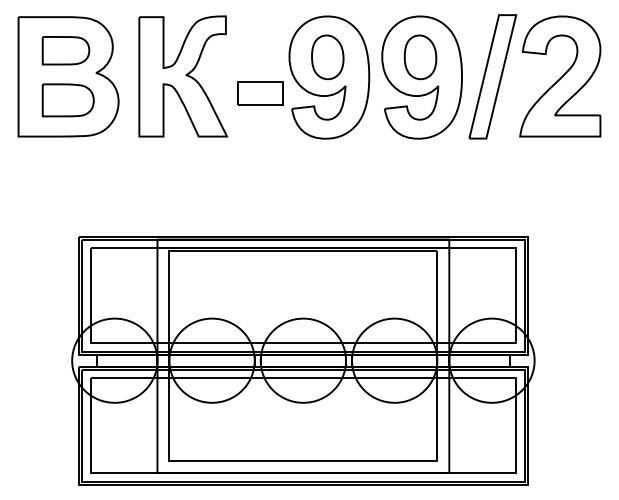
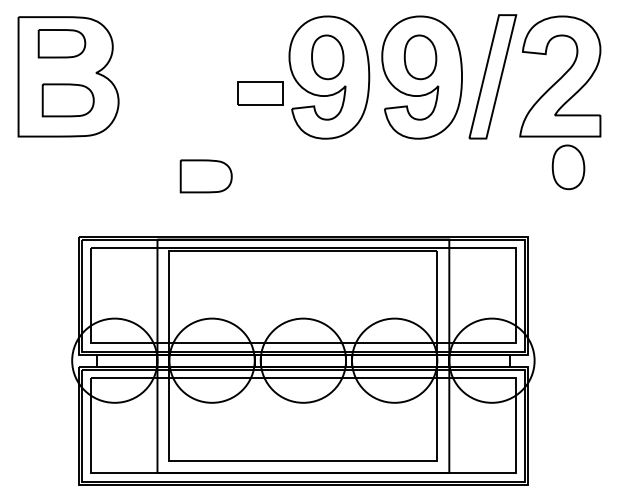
part at (65, 50) position: (65, 50) -> (61, 43)
part at (183, 76): present -> none
part at (568, 167): none -> present
part at (205, 176): none -> present
